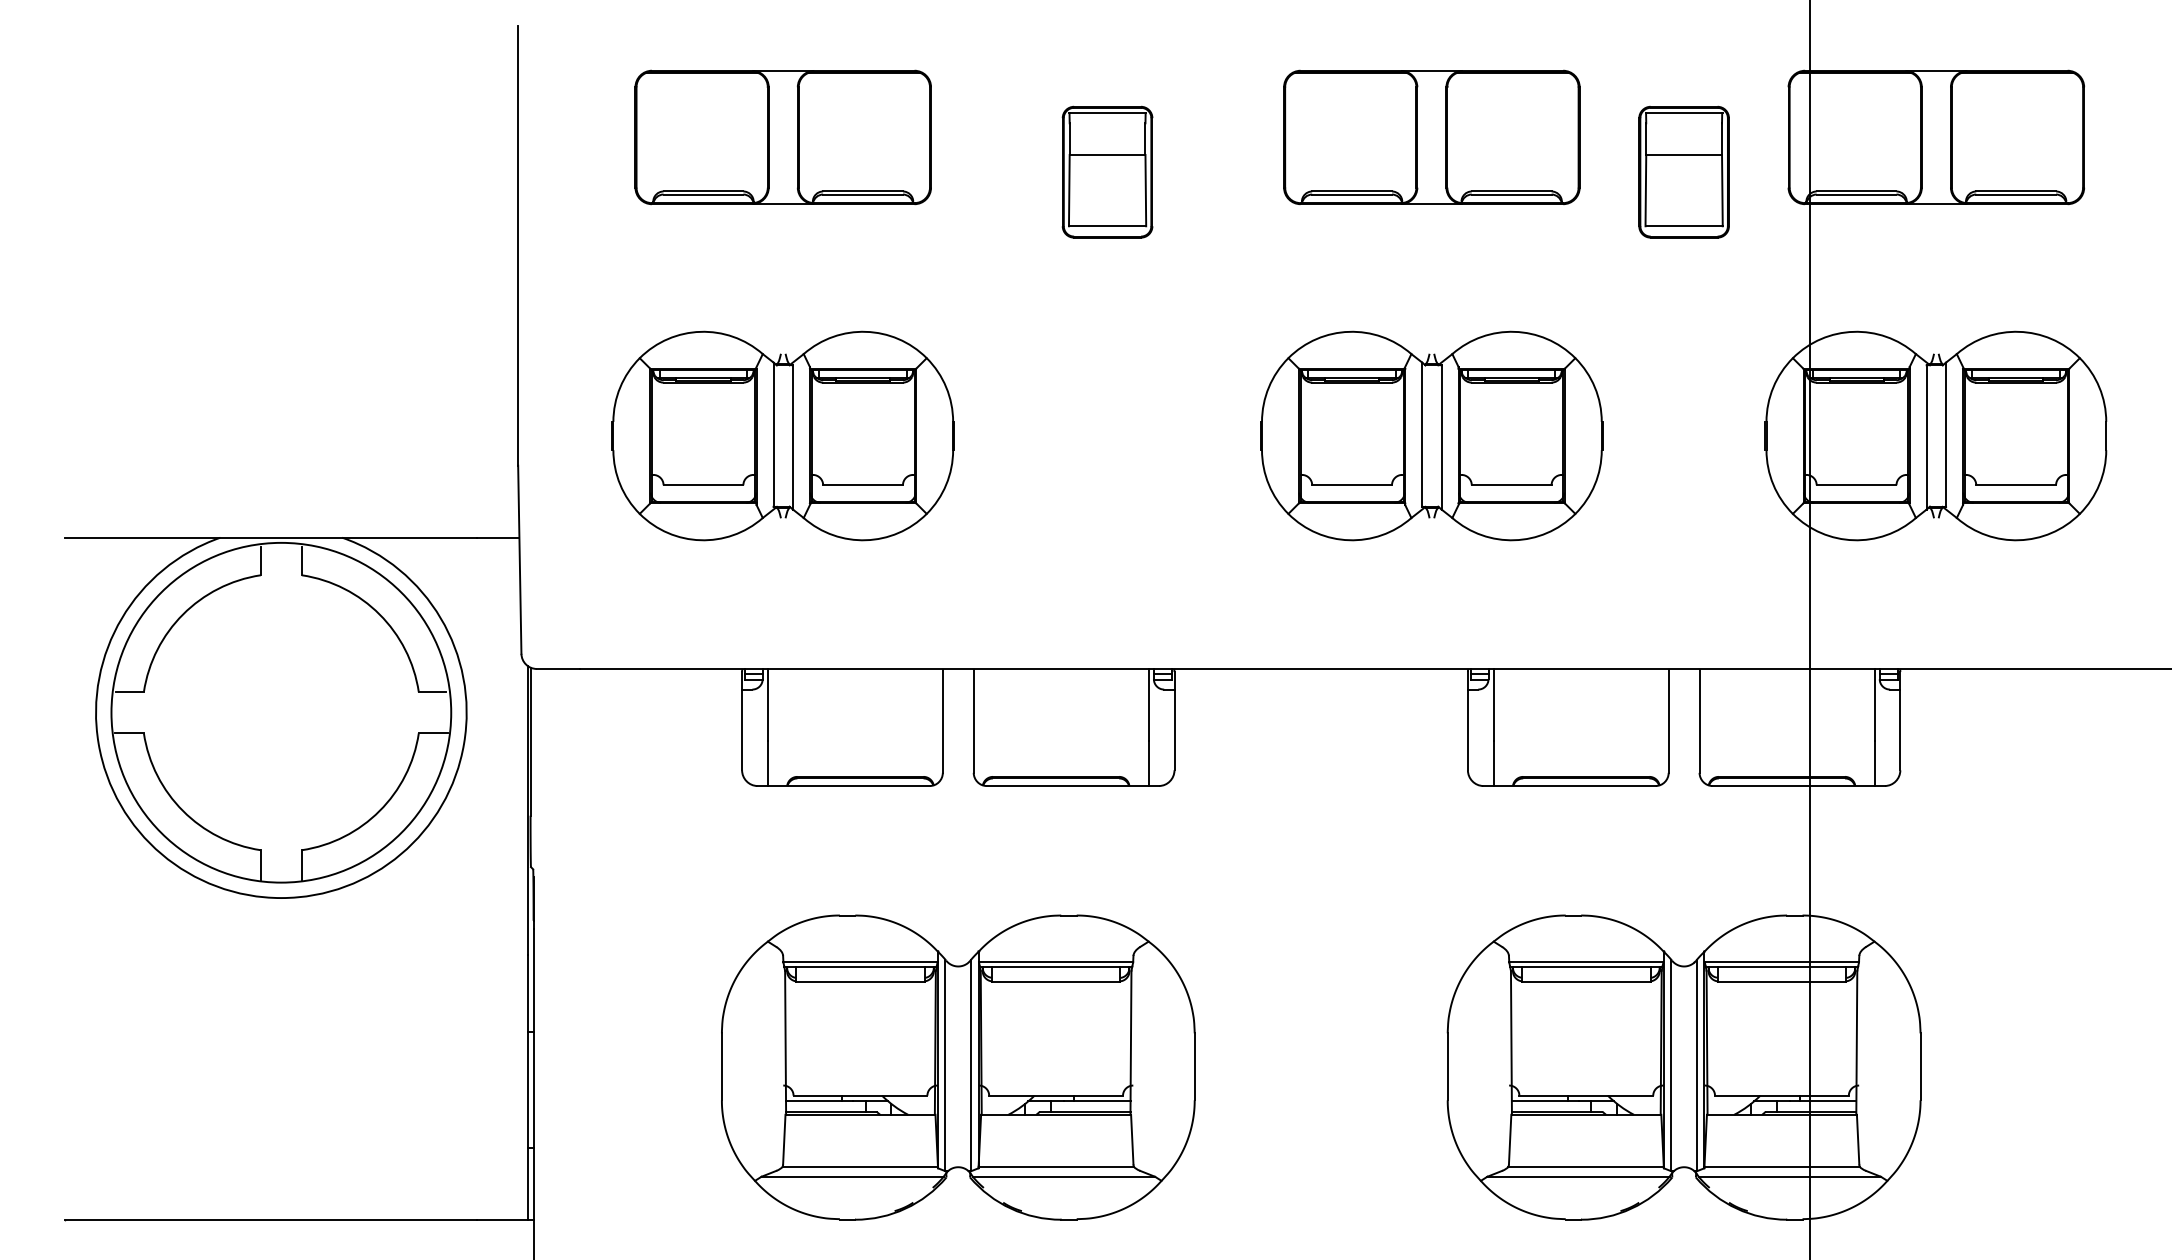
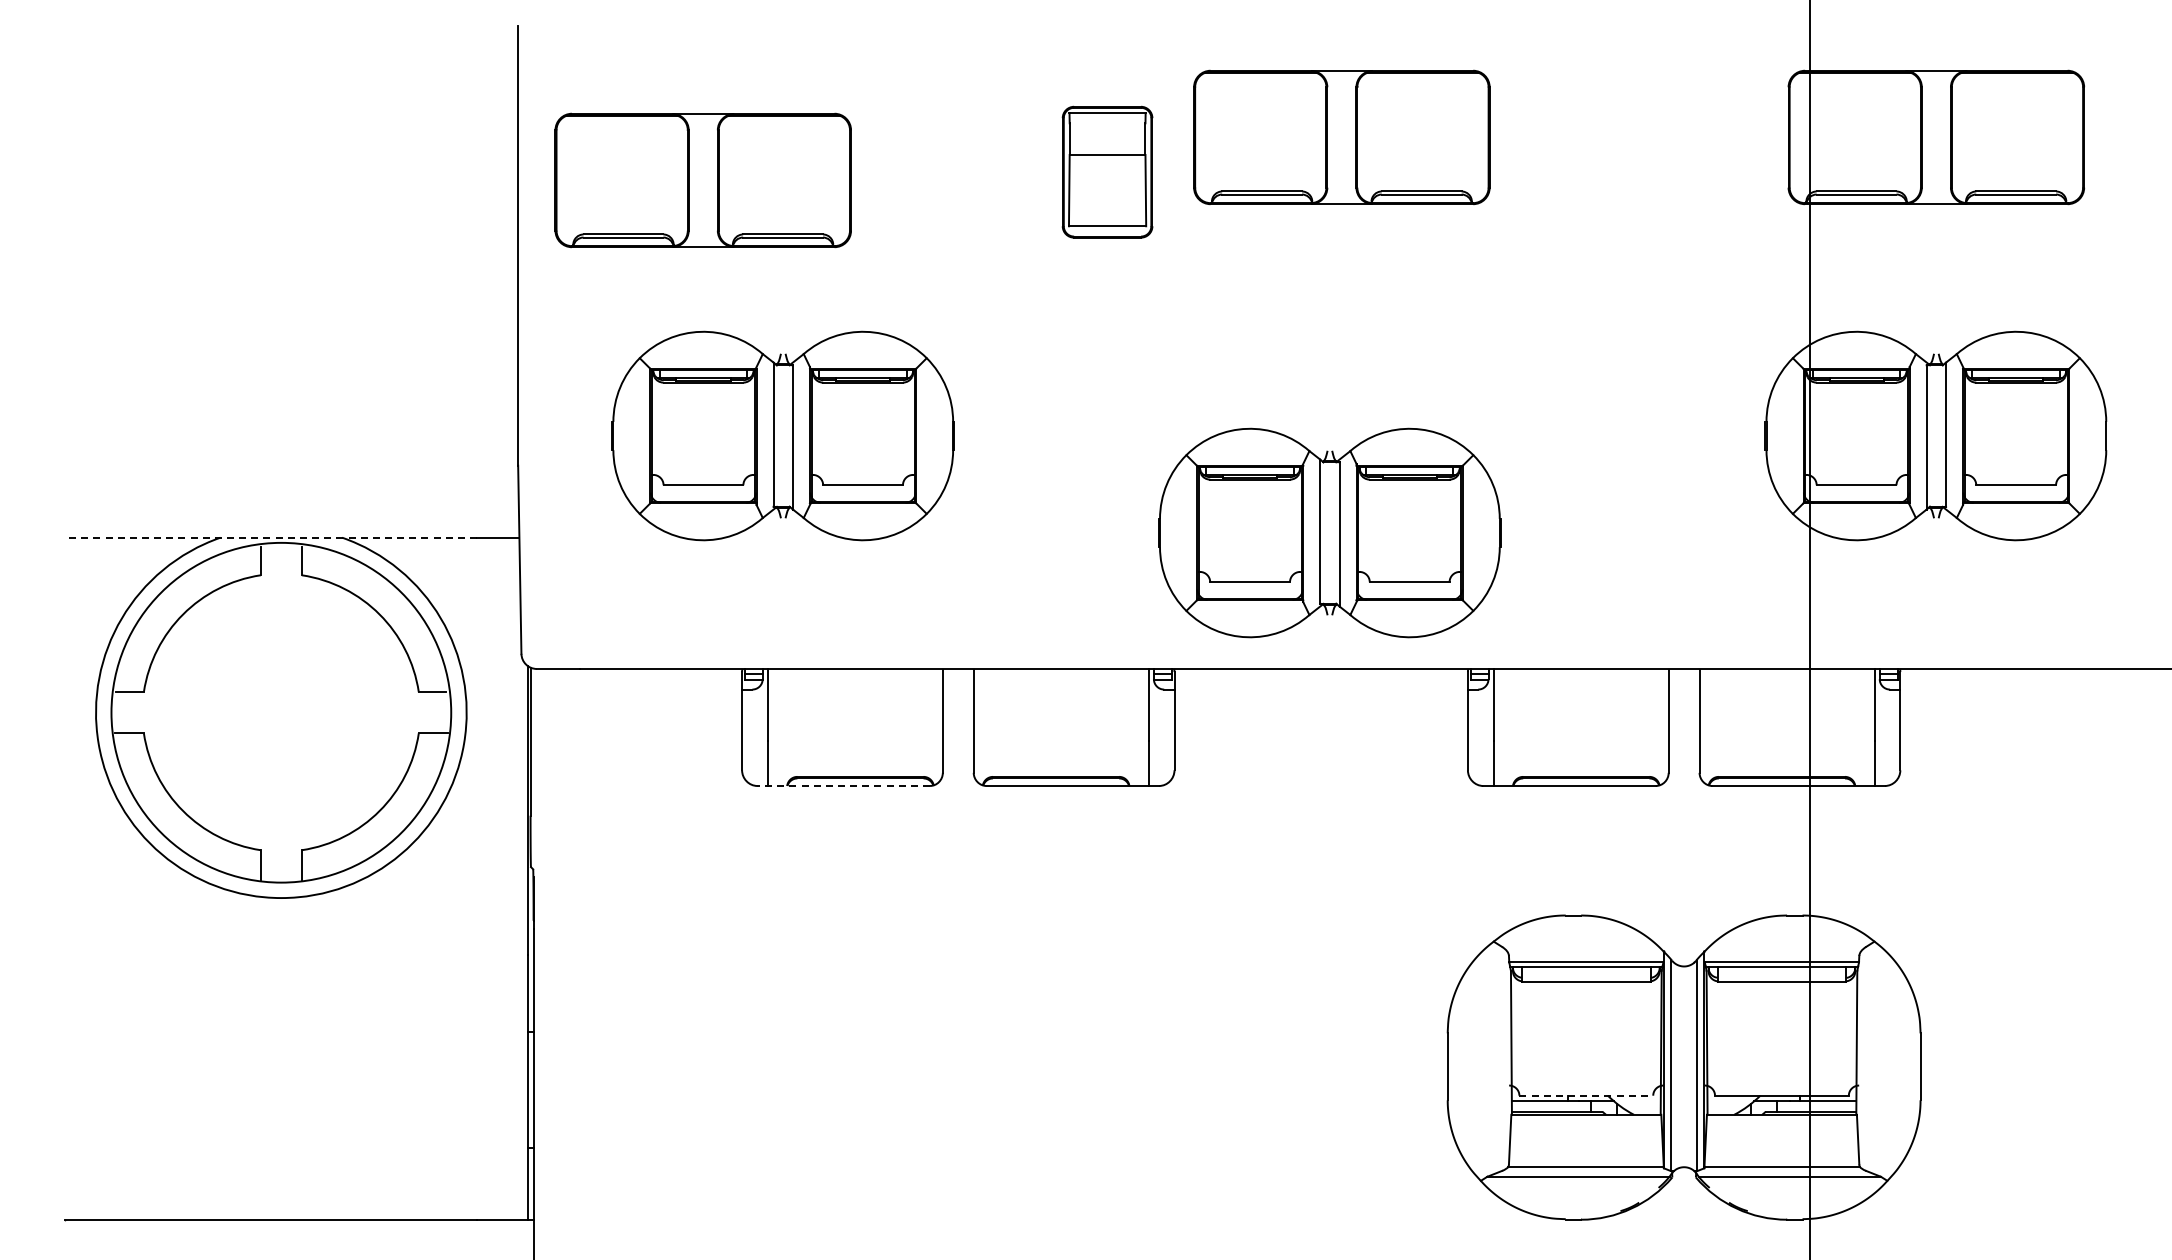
part at (1431, 136) position: (1431, 136) -> (1341, 136)
part at (782, 137) position: (782, 137) -> (702, 180)
part at (1683, 171): present -> none
part at (1431, 435) position: (1431, 435) -> (1329, 532)
line at (271, 537): solid -> dashed
line at (843, 785): solid -> dashed
part at (958, 1067): present -> none
line at (1586, 1095): solid -> dashed
